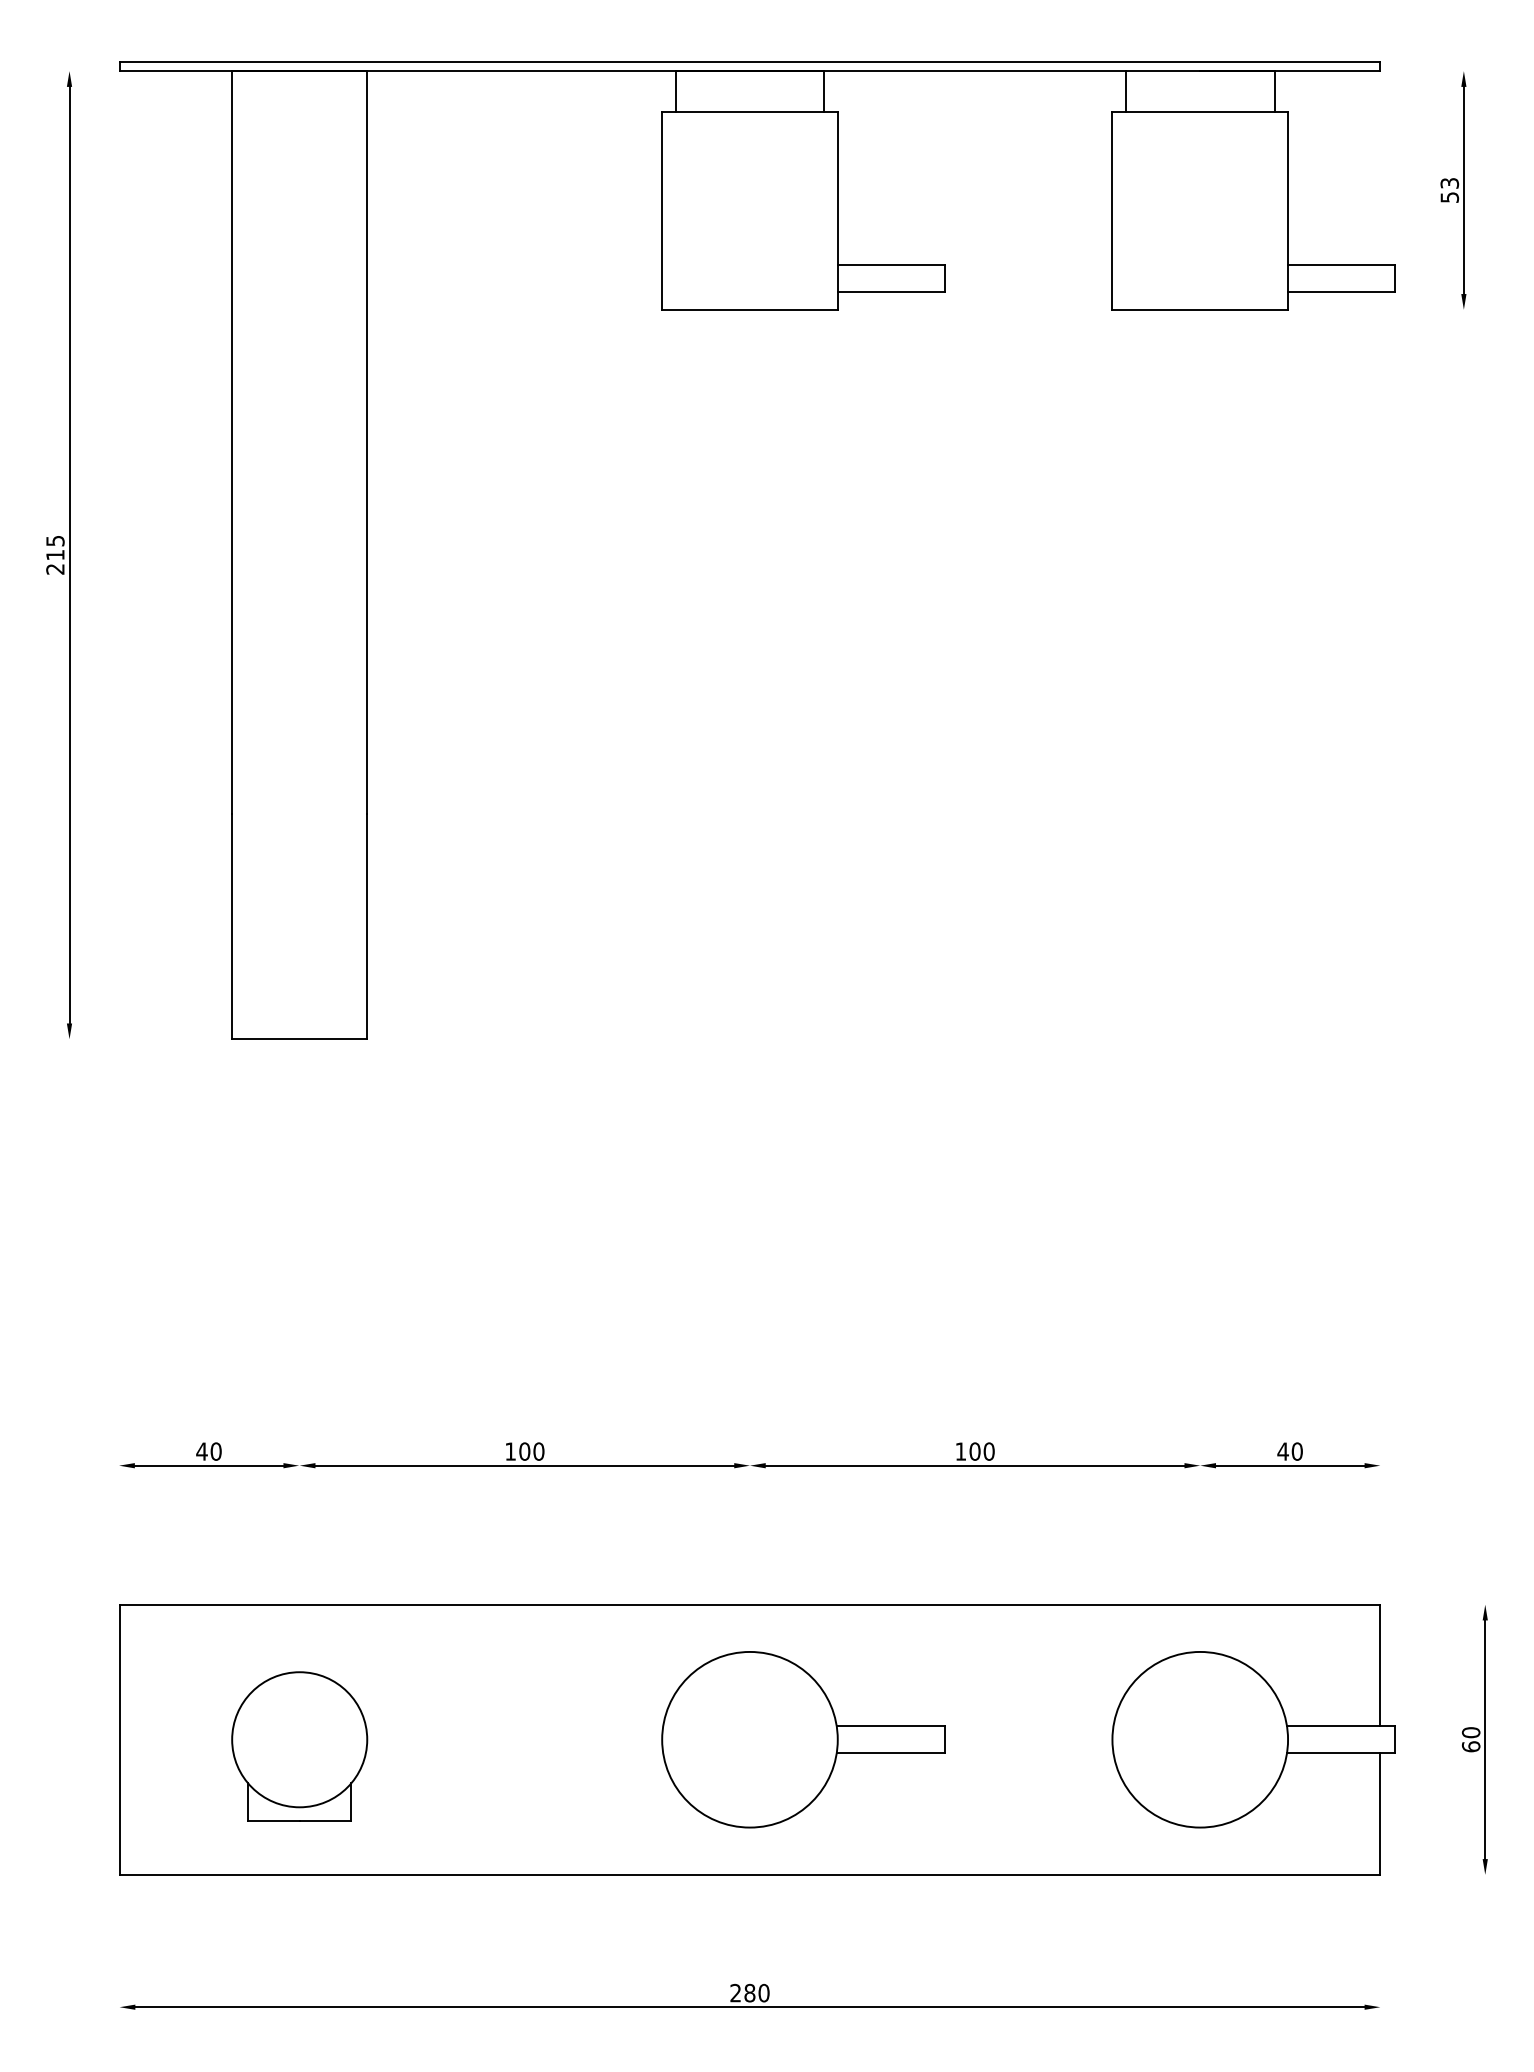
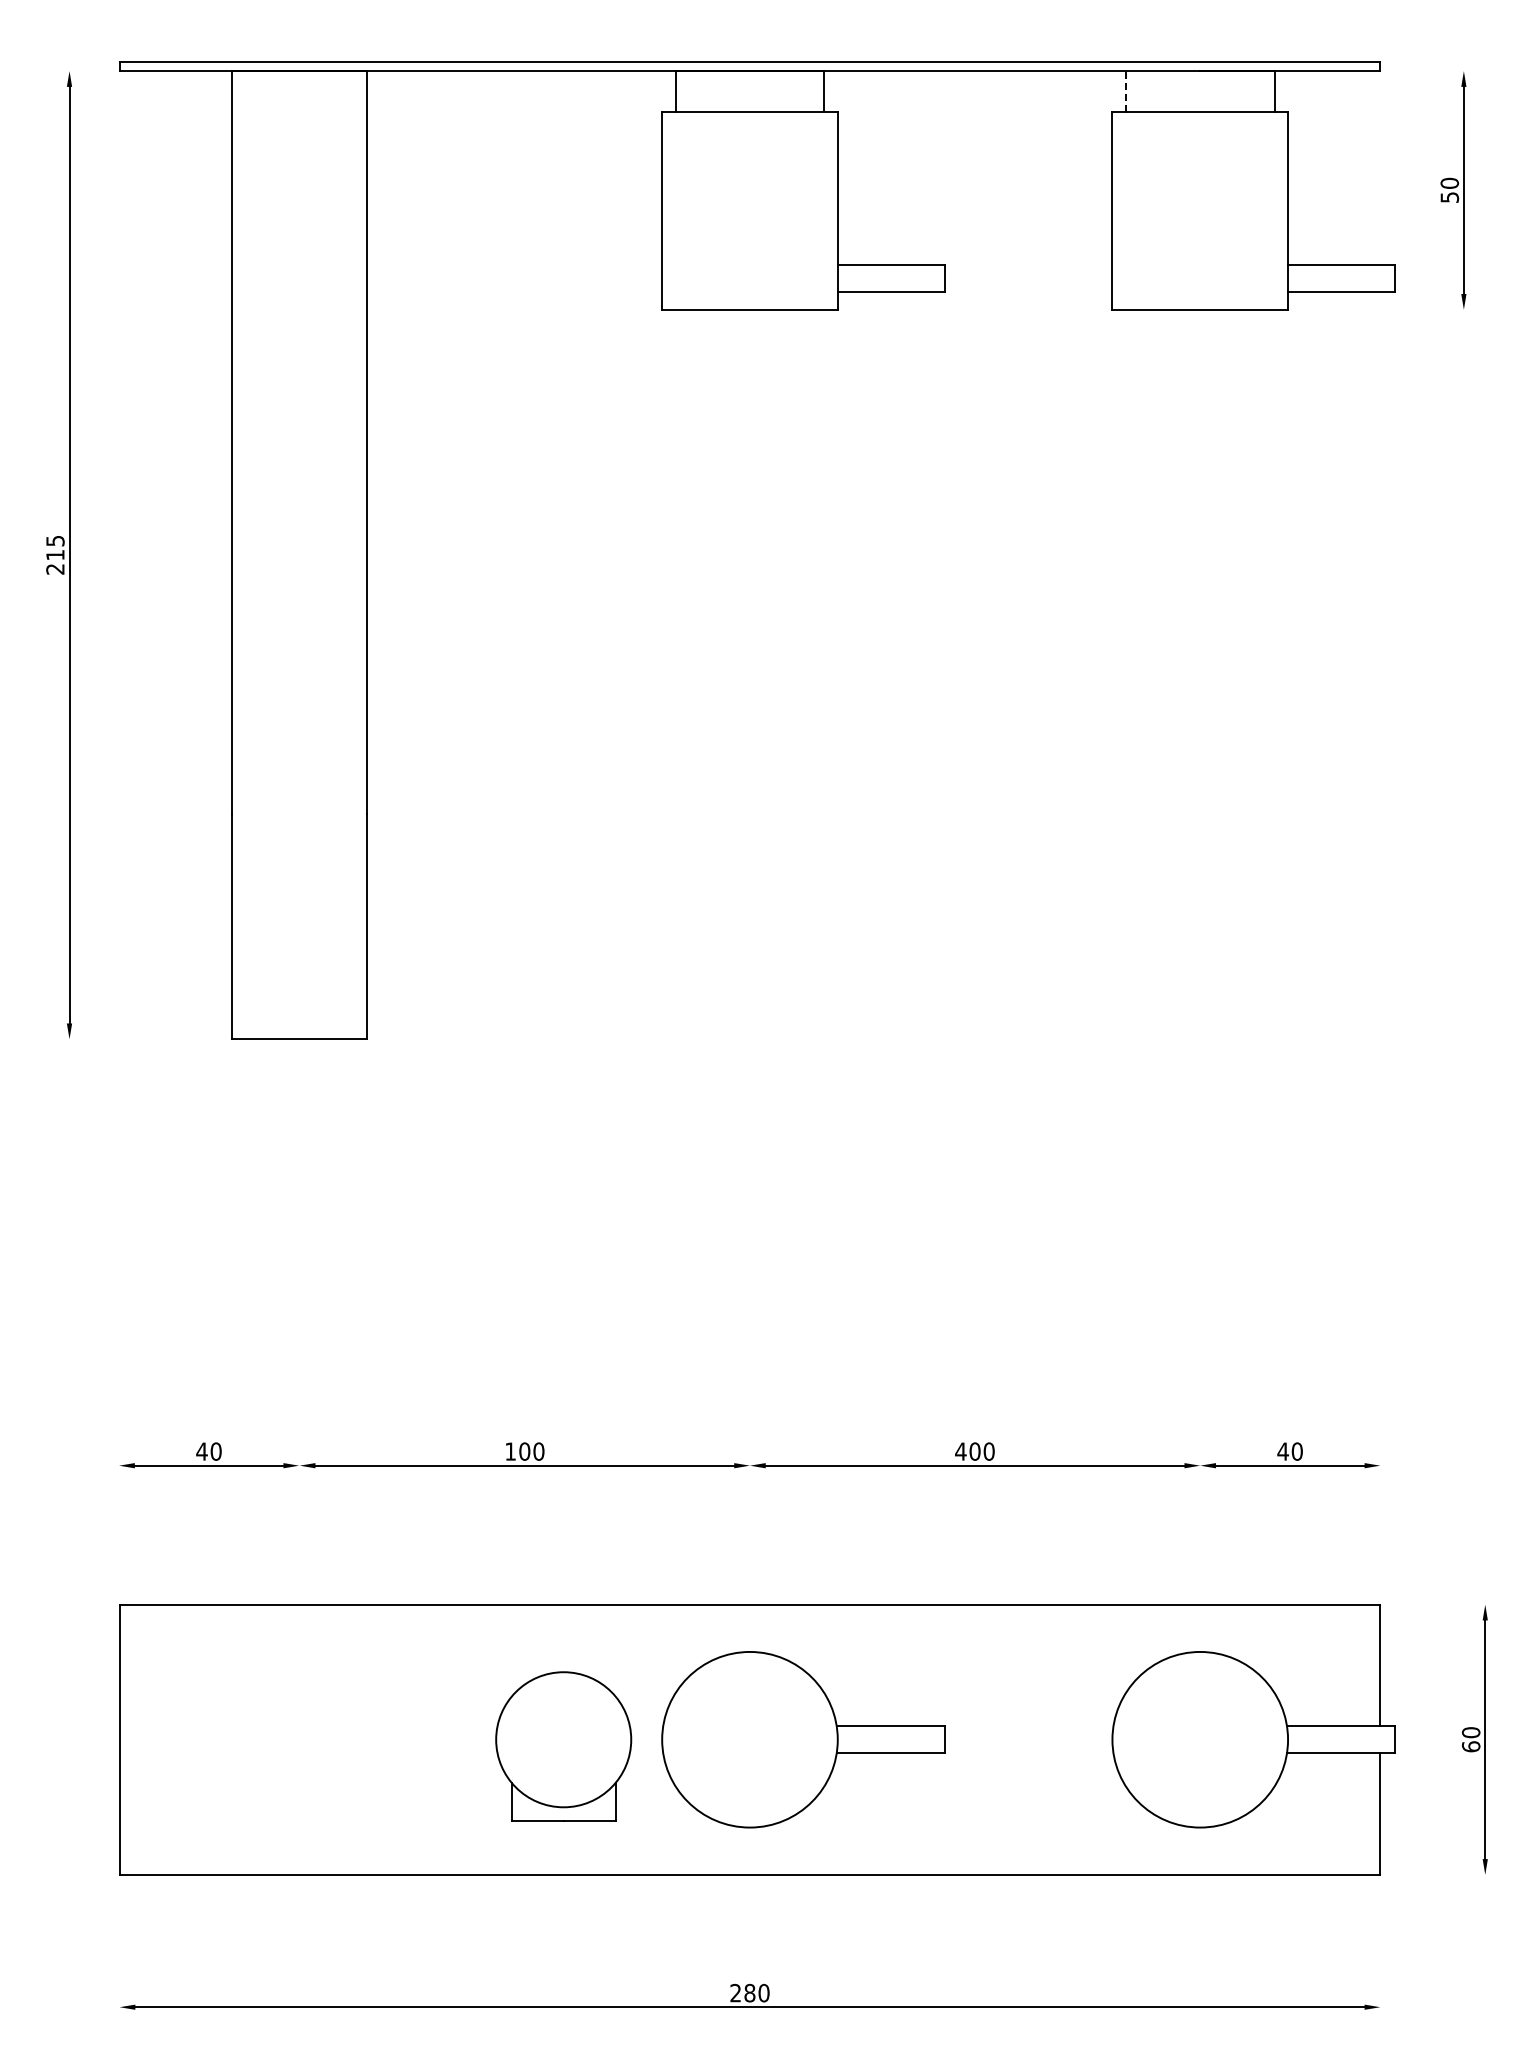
line at (1125, 90): solid -> dashed
text at (1449, 182): 53 -> 50
text at (960, 1451): 100 -> 400
part at (299, 1746) position: (299, 1746) -> (563, 1746)
